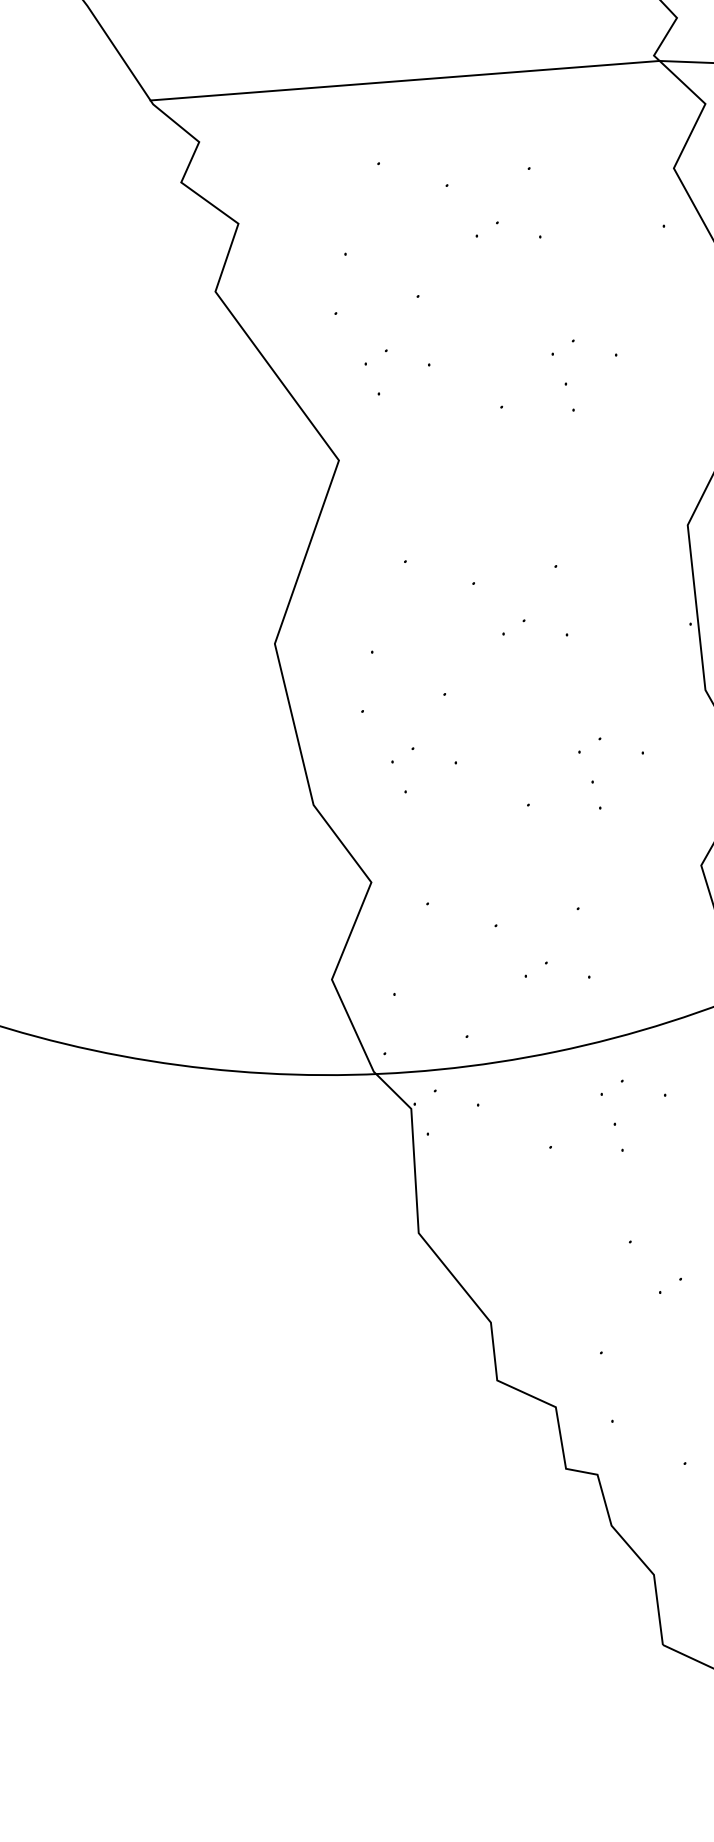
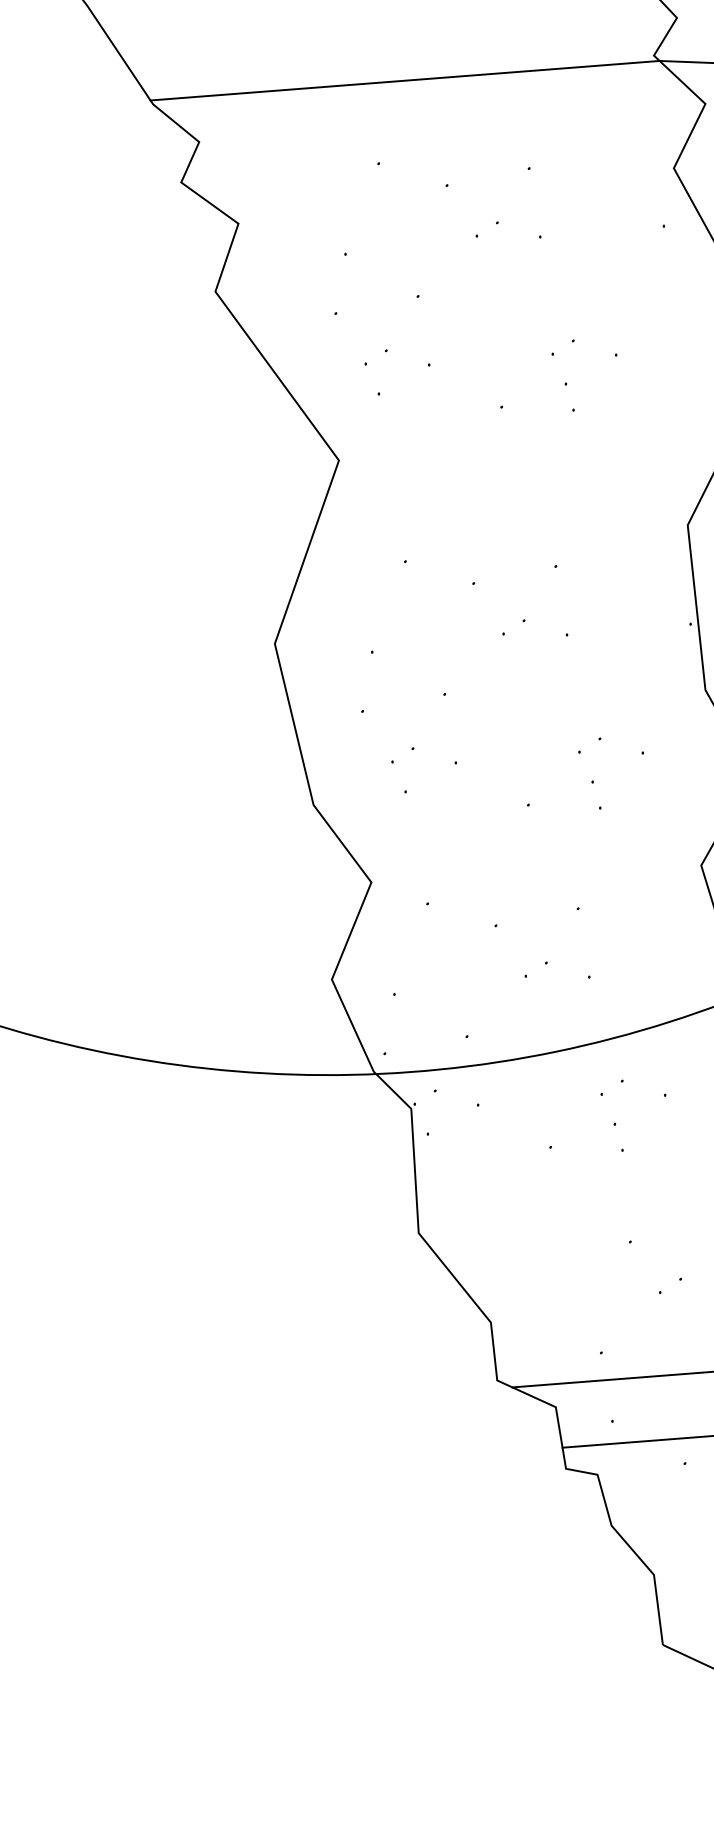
line at (611, 1379): none -> present
line at (636, 1441): none -> present
